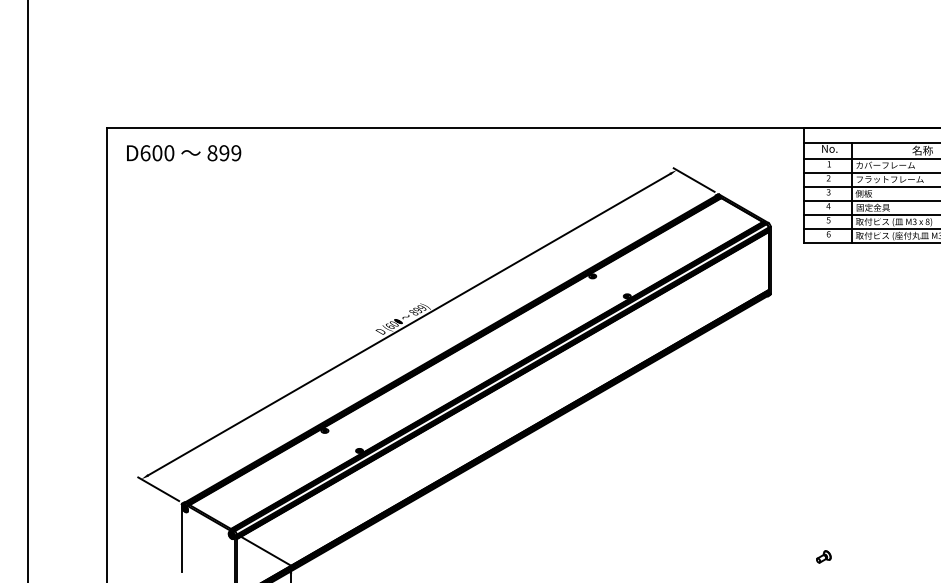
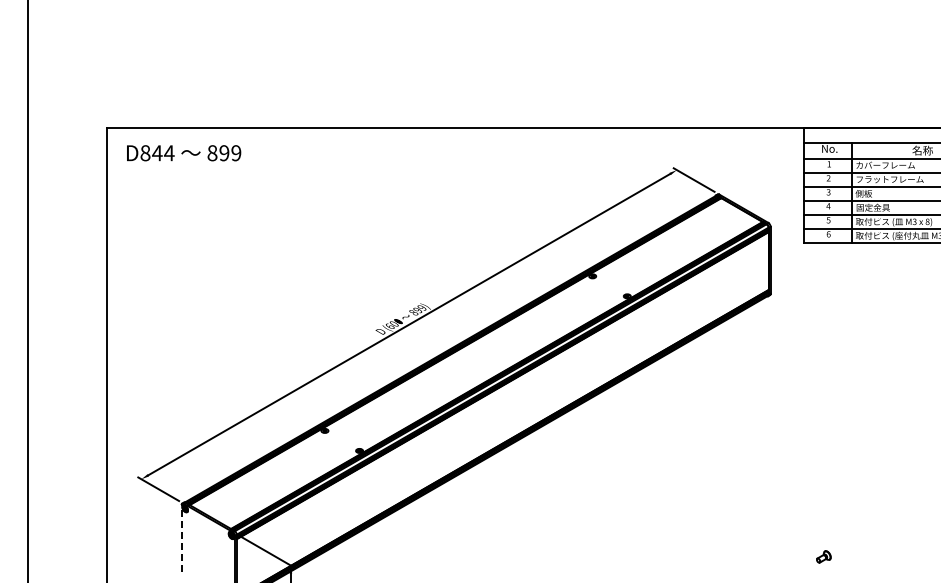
text at (157, 153): D600 -> D844
line at (181, 538): solid -> dashed
